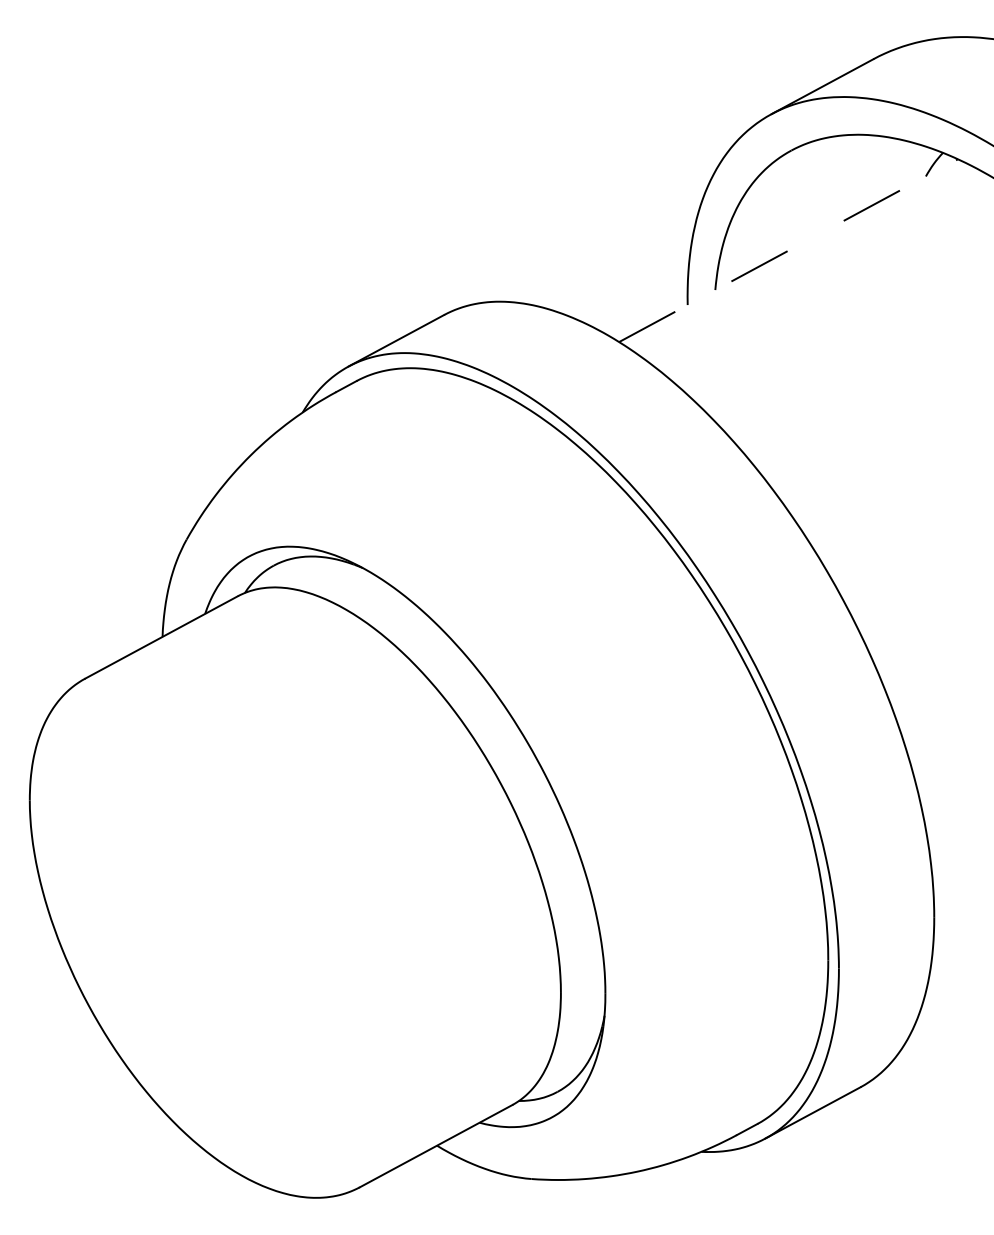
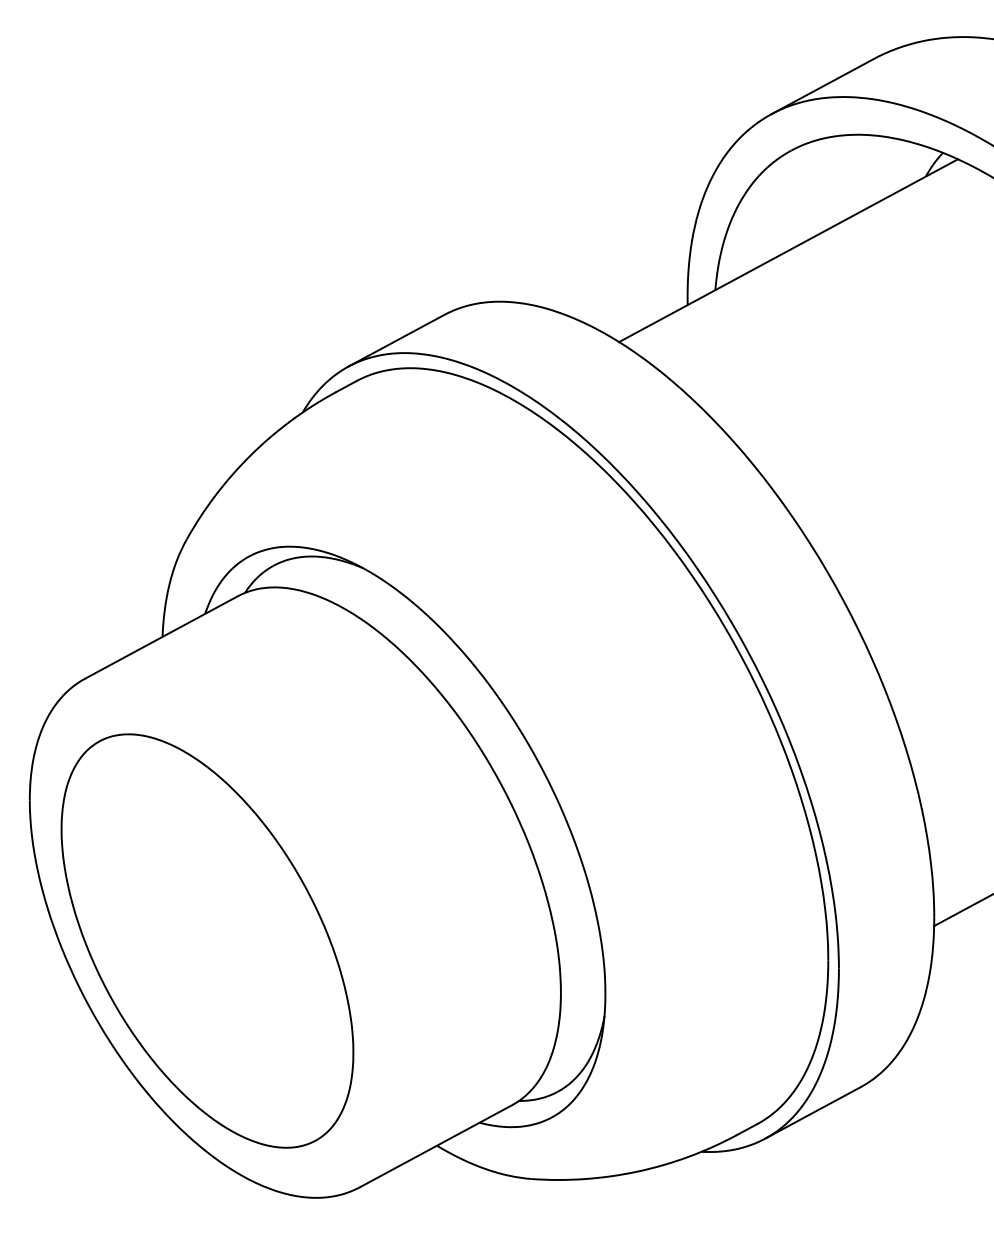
line at (788, 250): dashed -> solid
line at (962, 910): none -> present
part at (207, 940): none -> present
